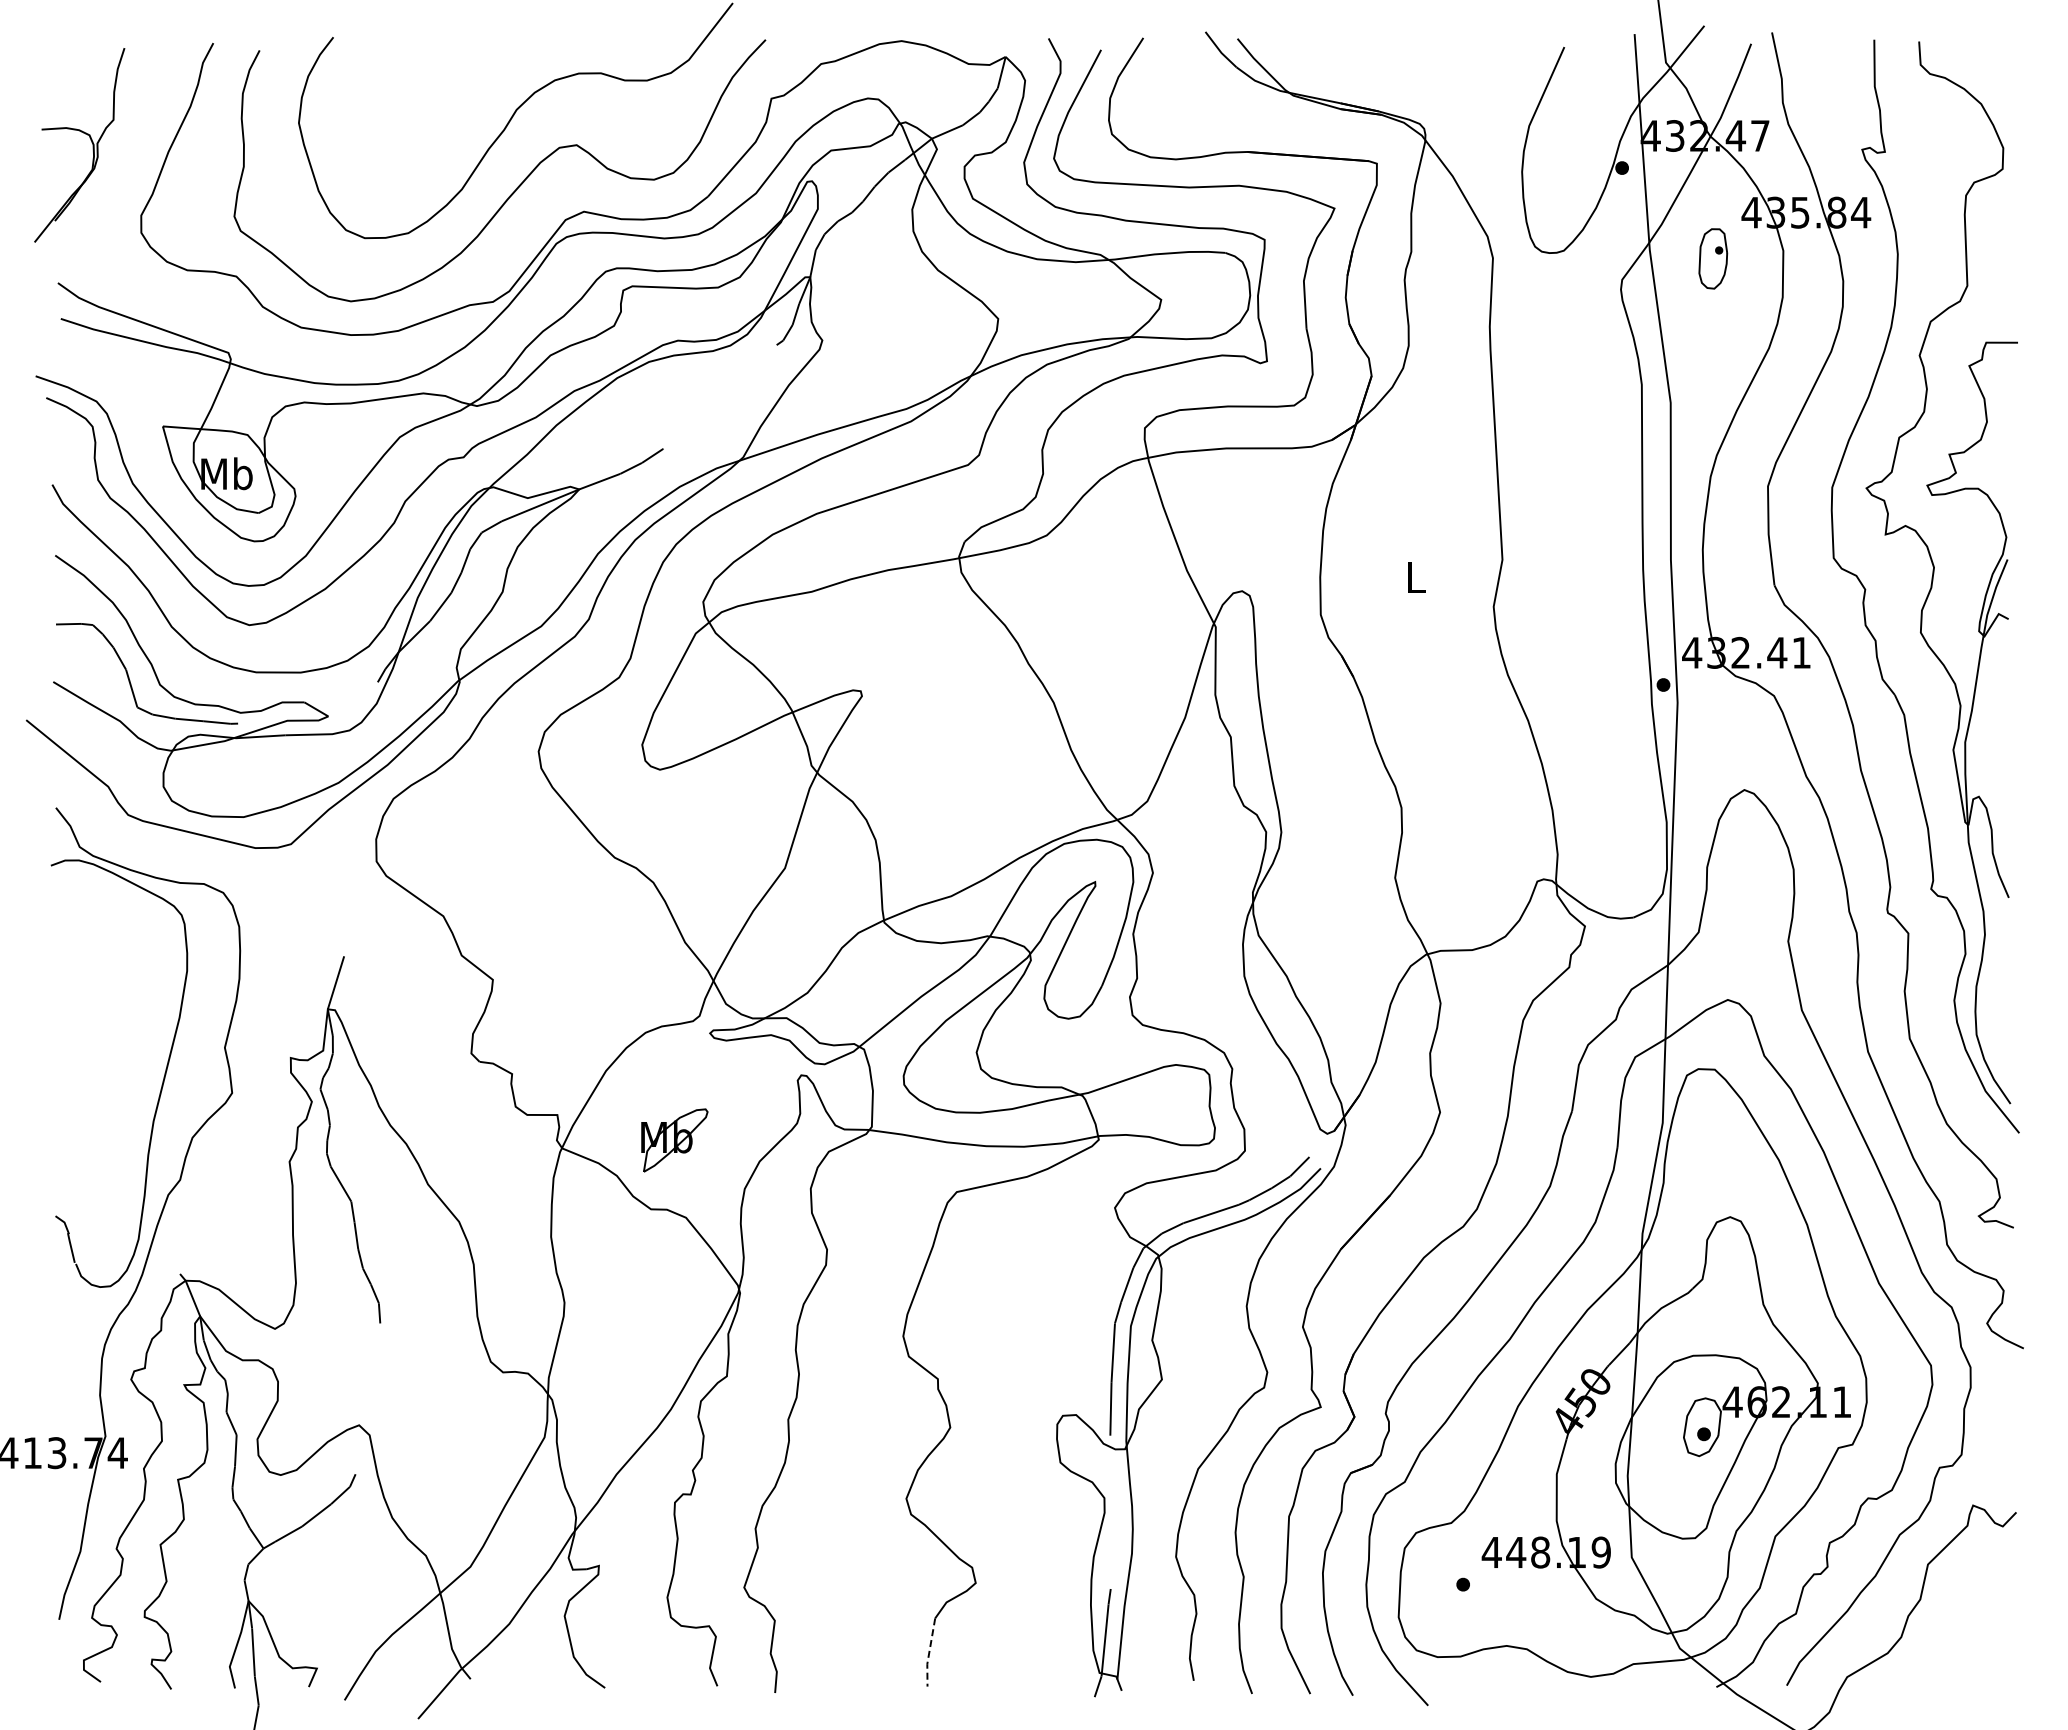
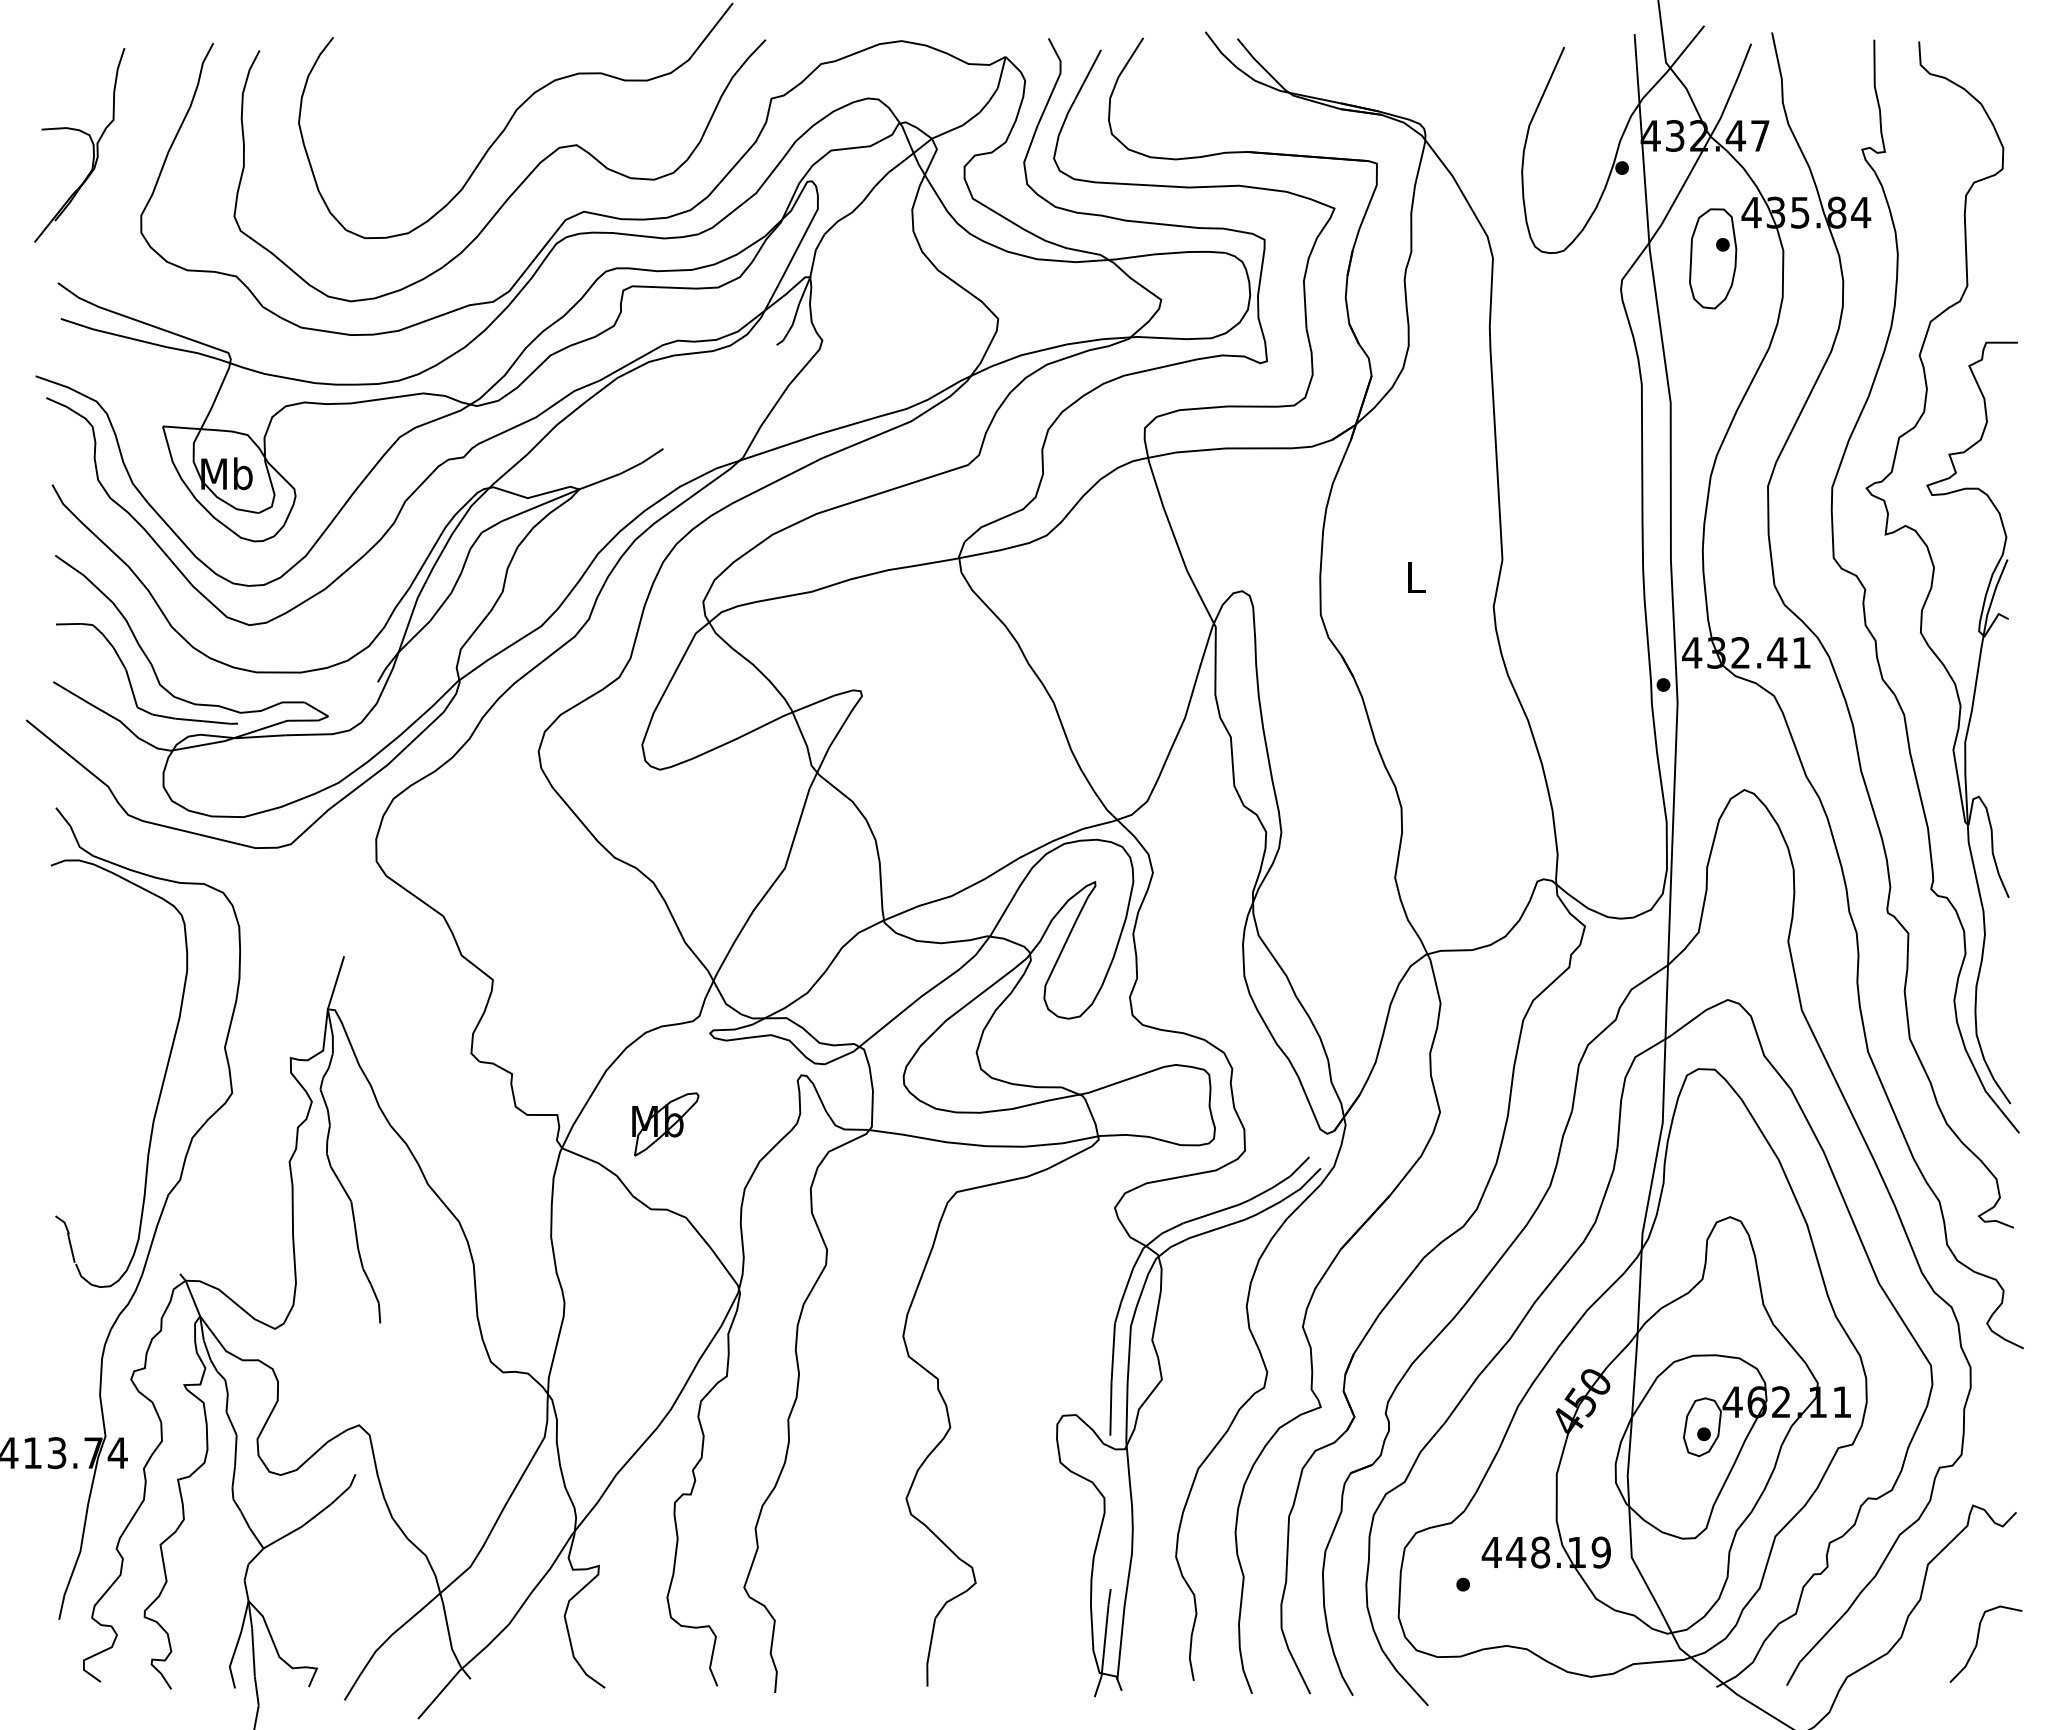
part at (1713, 258) size: 31x62 px -> 49x102 px
part at (674, 1140) position: (674, 1140) -> (665, 1124)
curve at (1978, 1640): none -> present
line at (929, 1653): dashed -> solid
